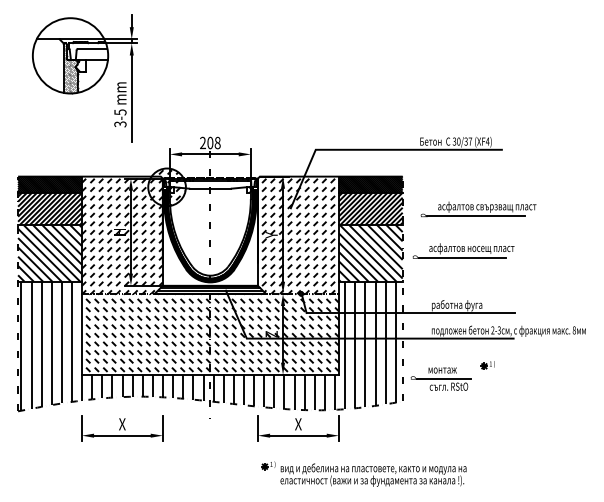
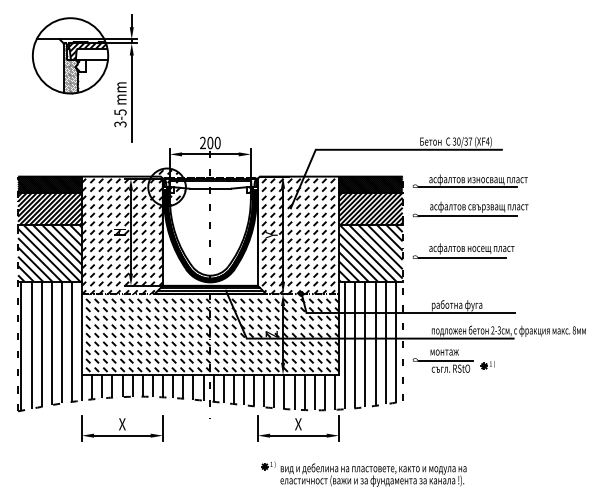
hatch at (87, 51): none -> present
text at (217, 142): 208 -> 200
part at (469, 180): none -> present
part at (478, 209) position: (478, 209) -> (470, 209)
part at (440, 378) position: (440, 378) -> (442, 360)
